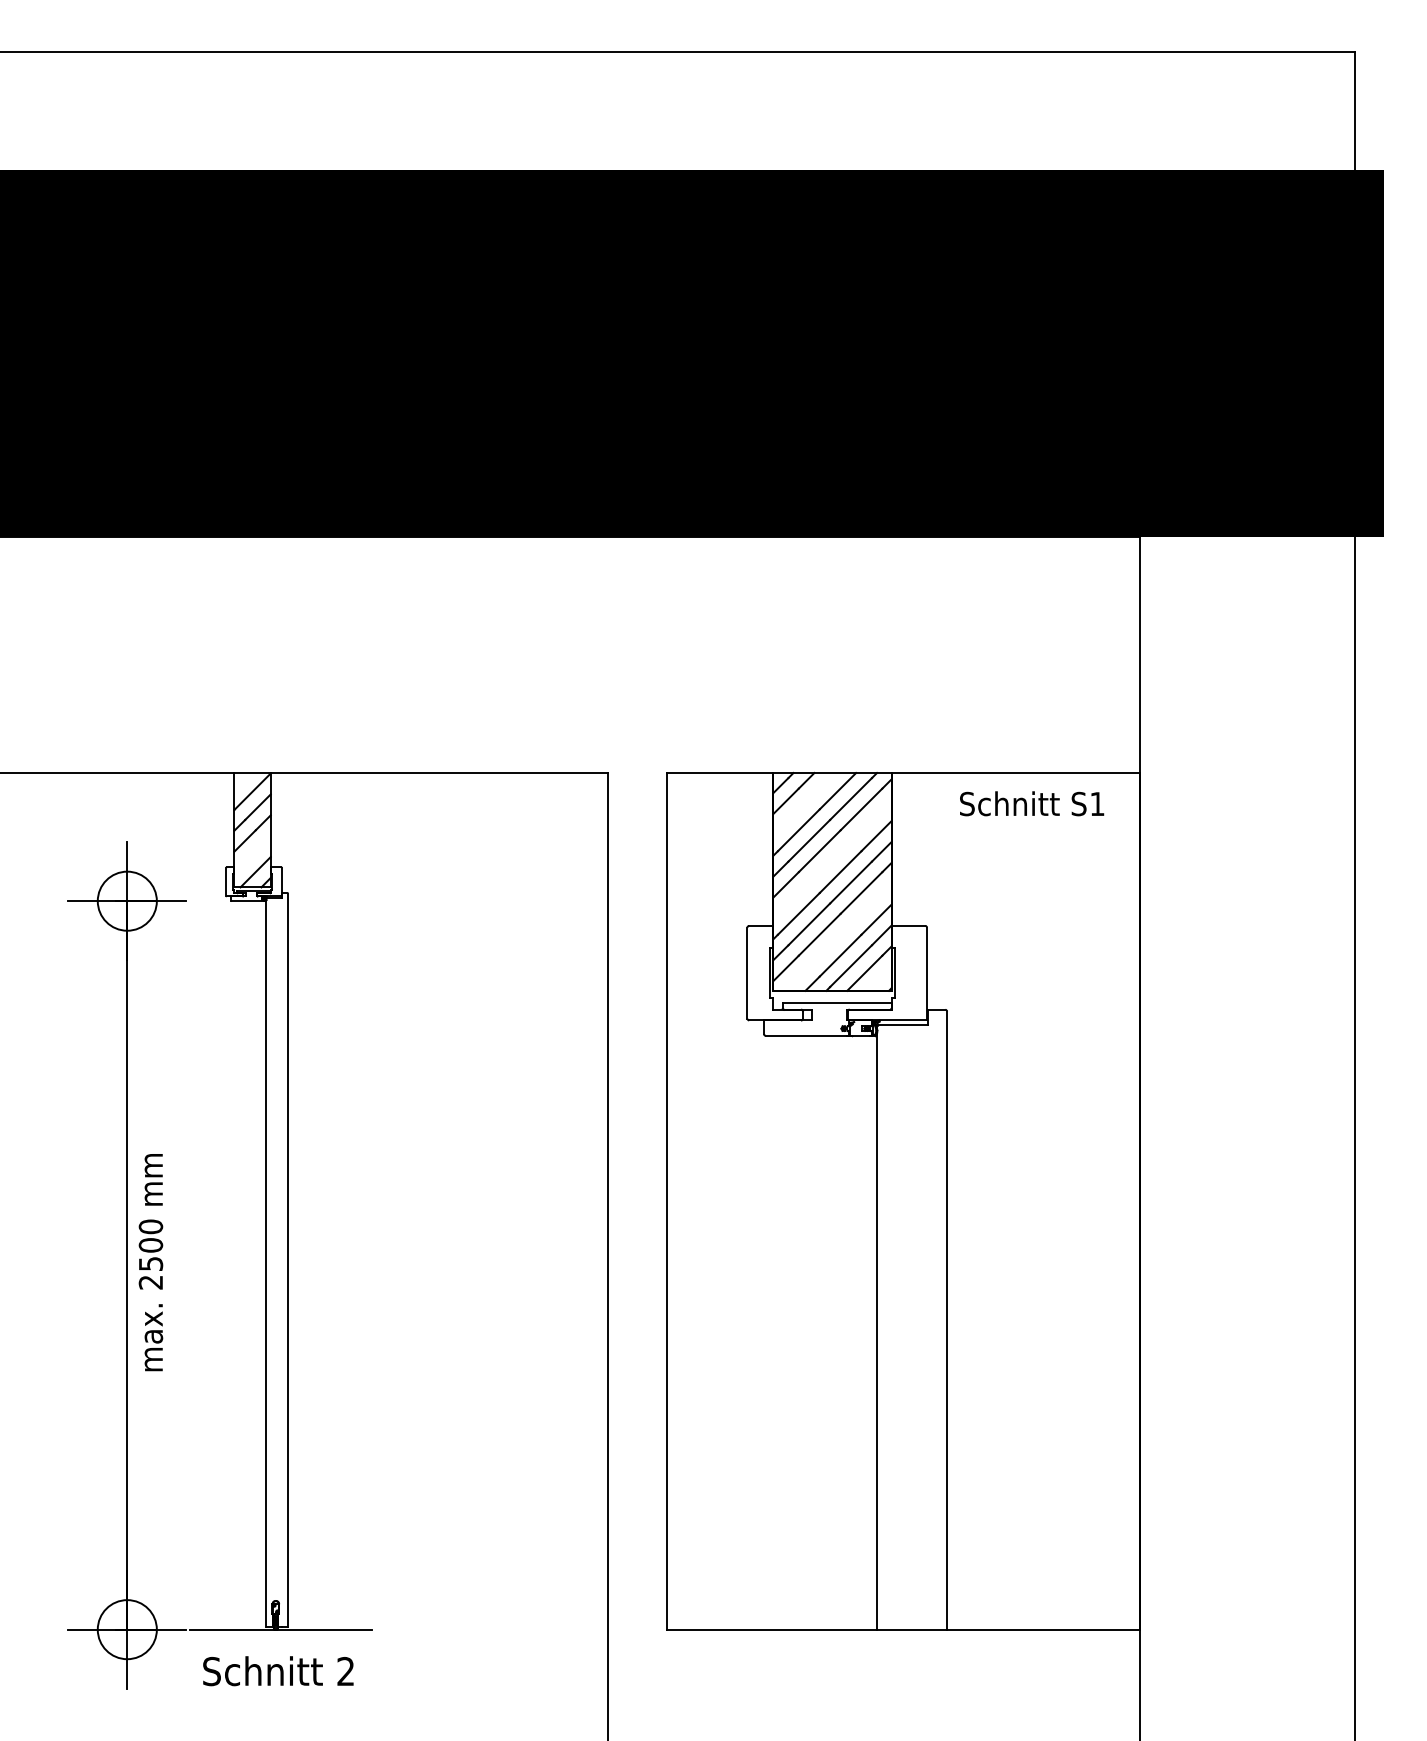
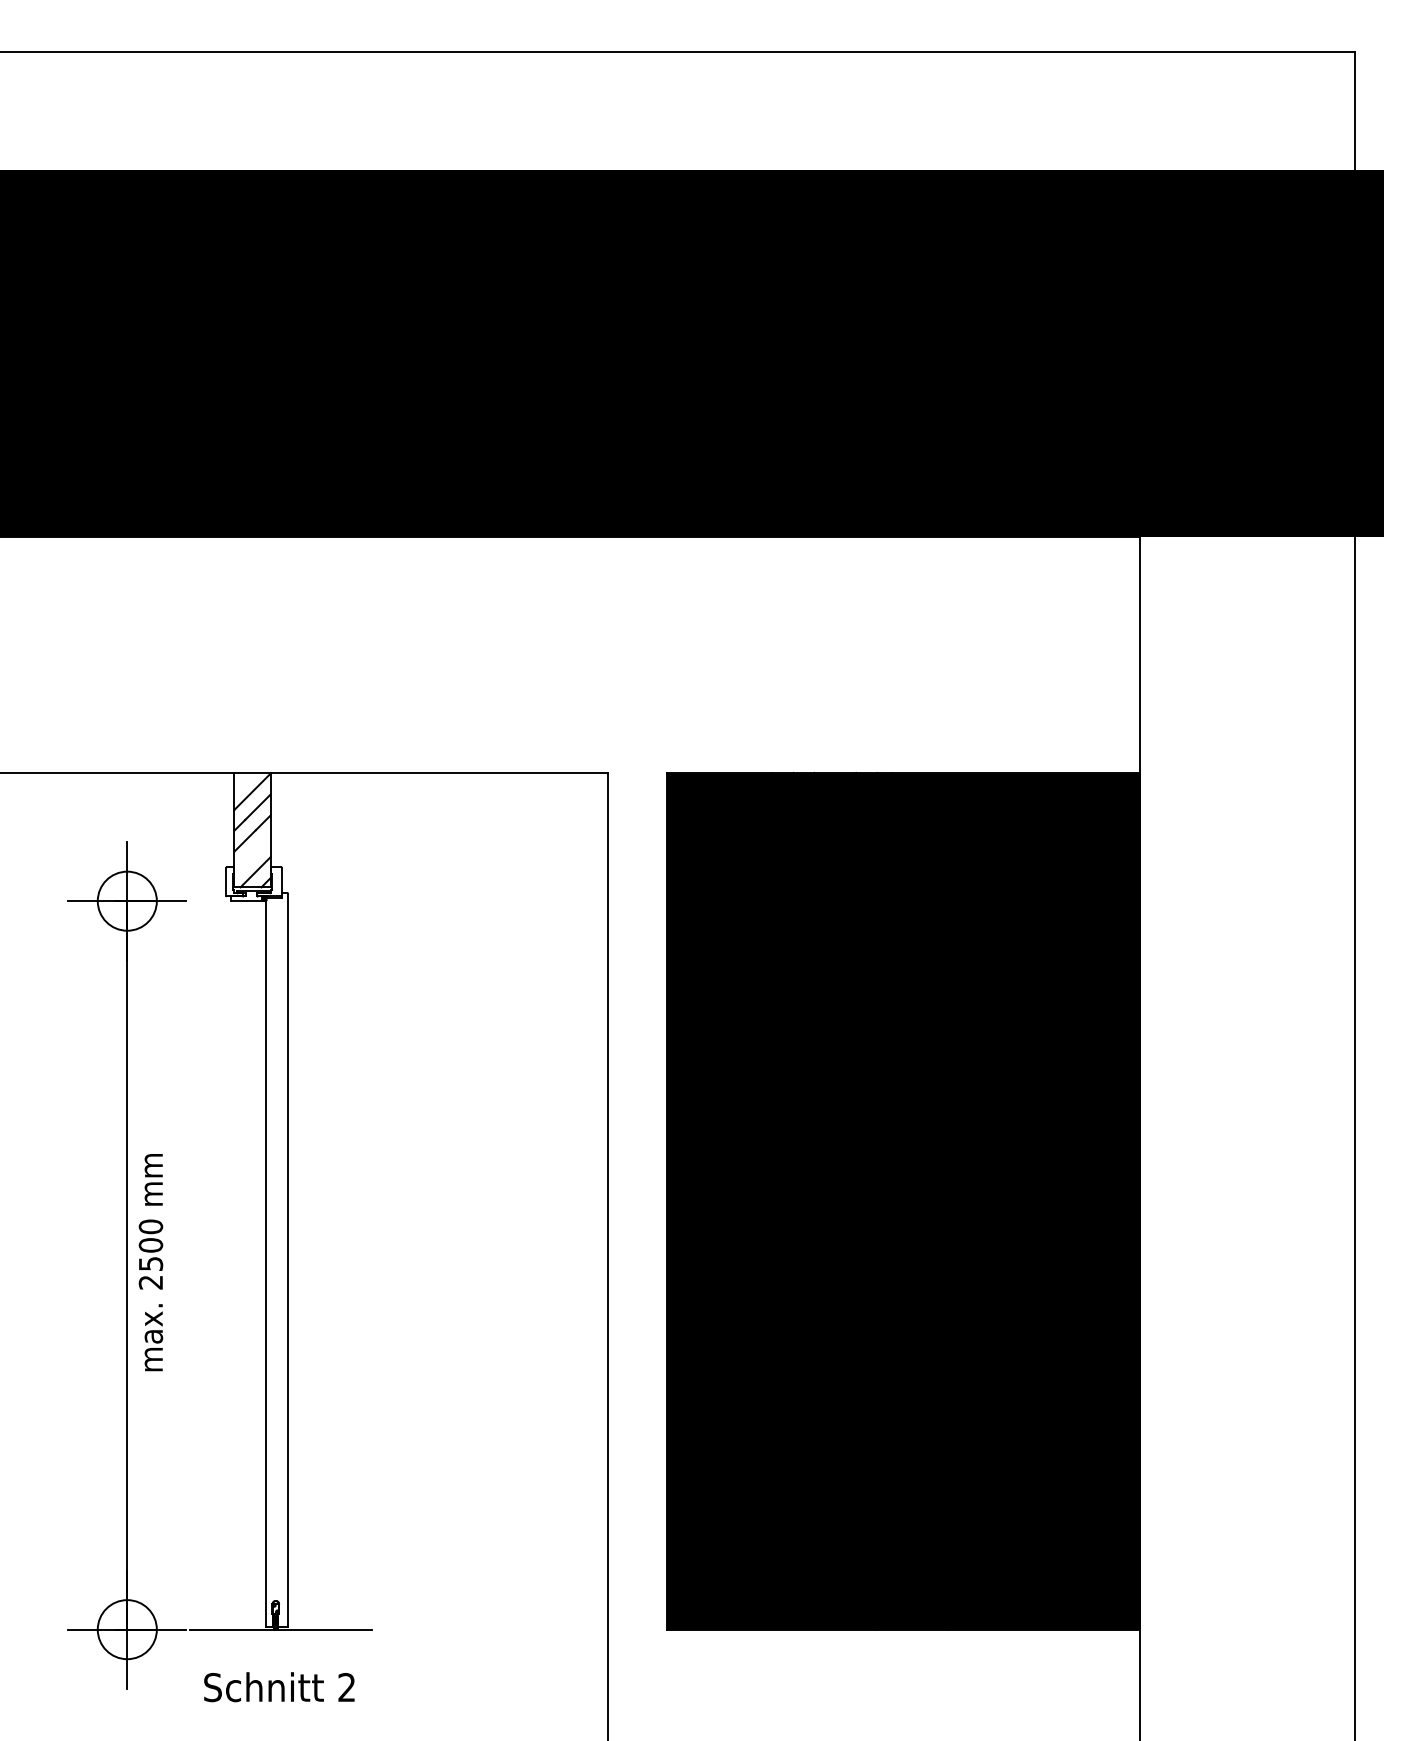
fill at (903, 1201): none -> present
text at (278, 1671) position: (278, 1671) -> (279, 1687)
